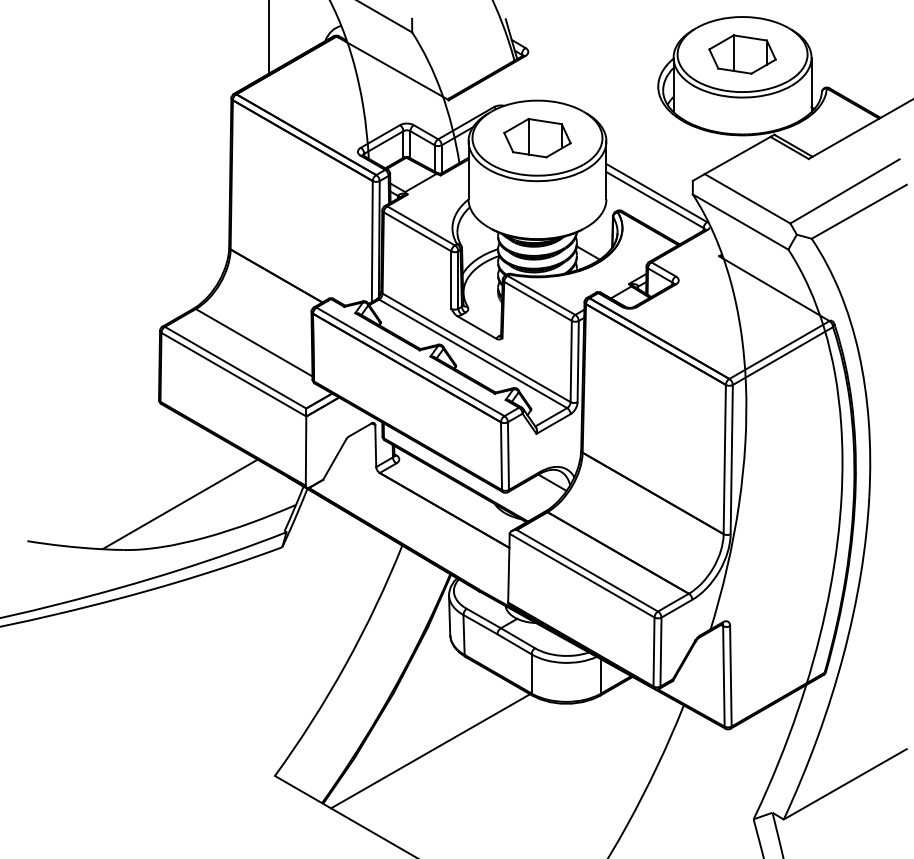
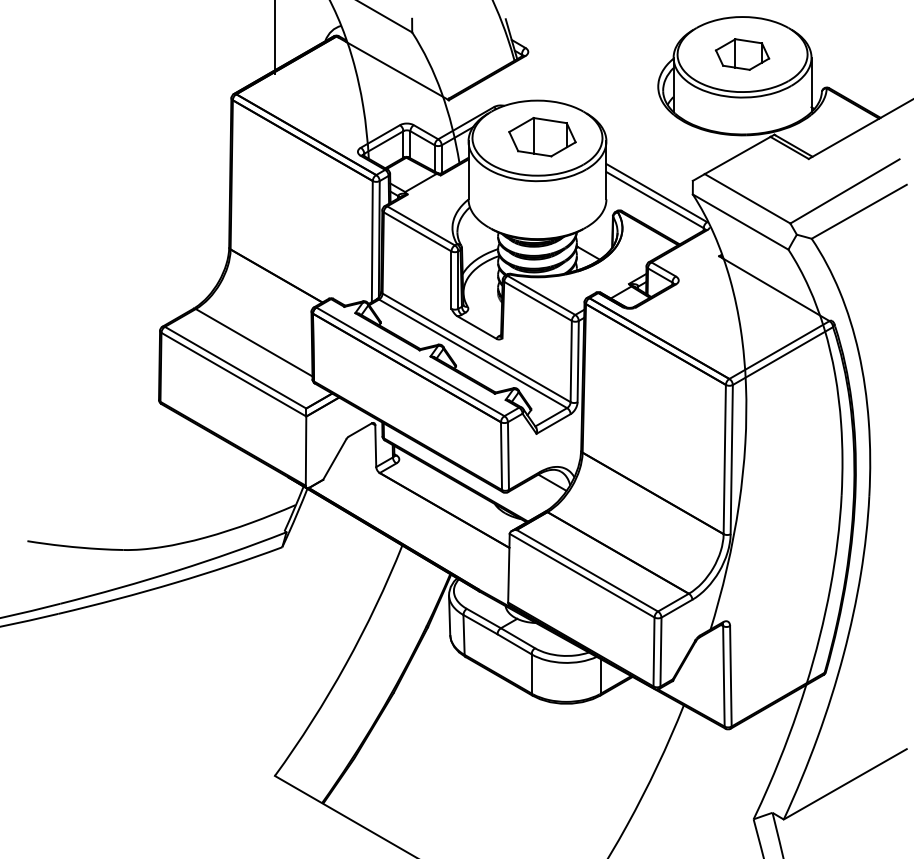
line at (269, 37) position: (269, 37) -> (275, 37)
part at (742, 54) size: 69x41 px -> 57x33 px
part at (537, 138) position: (537, 138) -> (542, 137)
line at (180, 503): present -> none
line at (430, 751): present -> none
